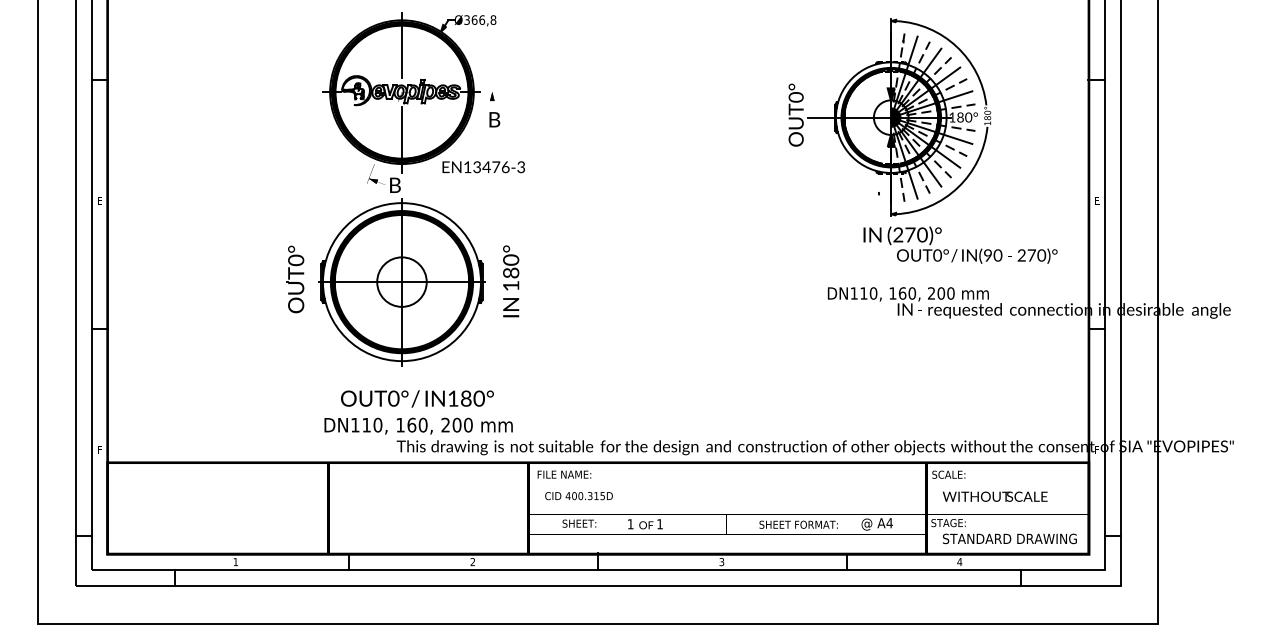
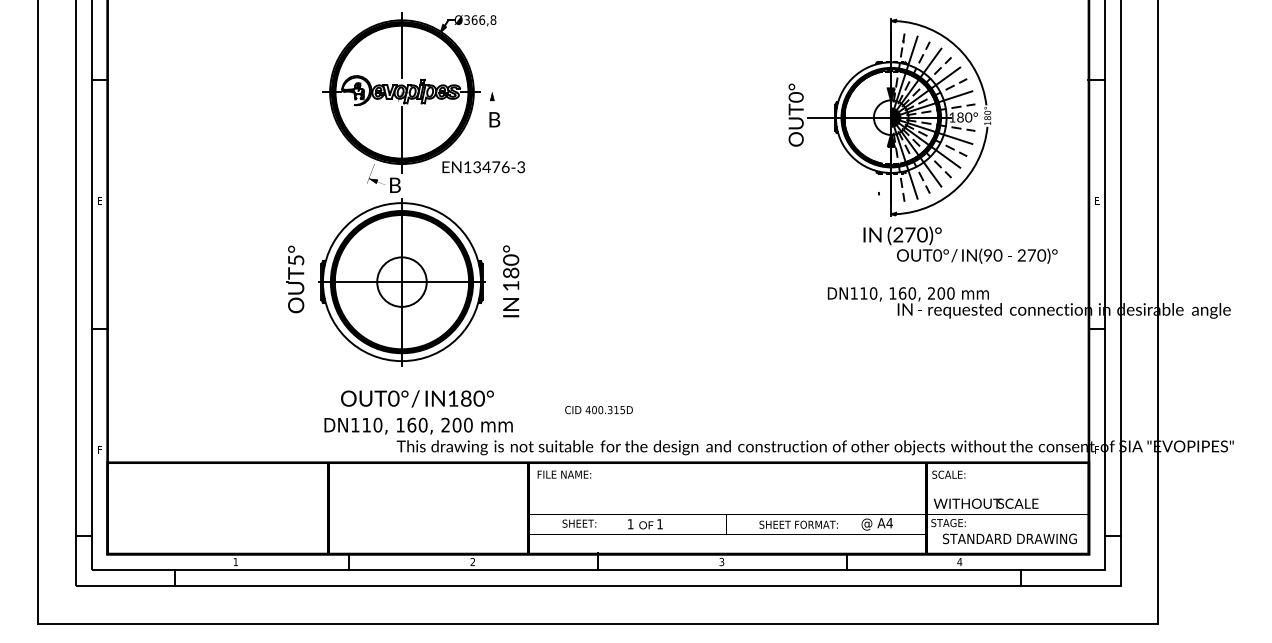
text at (296, 260): OUT0° -> OUT5°
text at (578, 496) position: (578, 496) -> (598, 410)
text at (995, 496) position: (995, 496) -> (986, 503)
